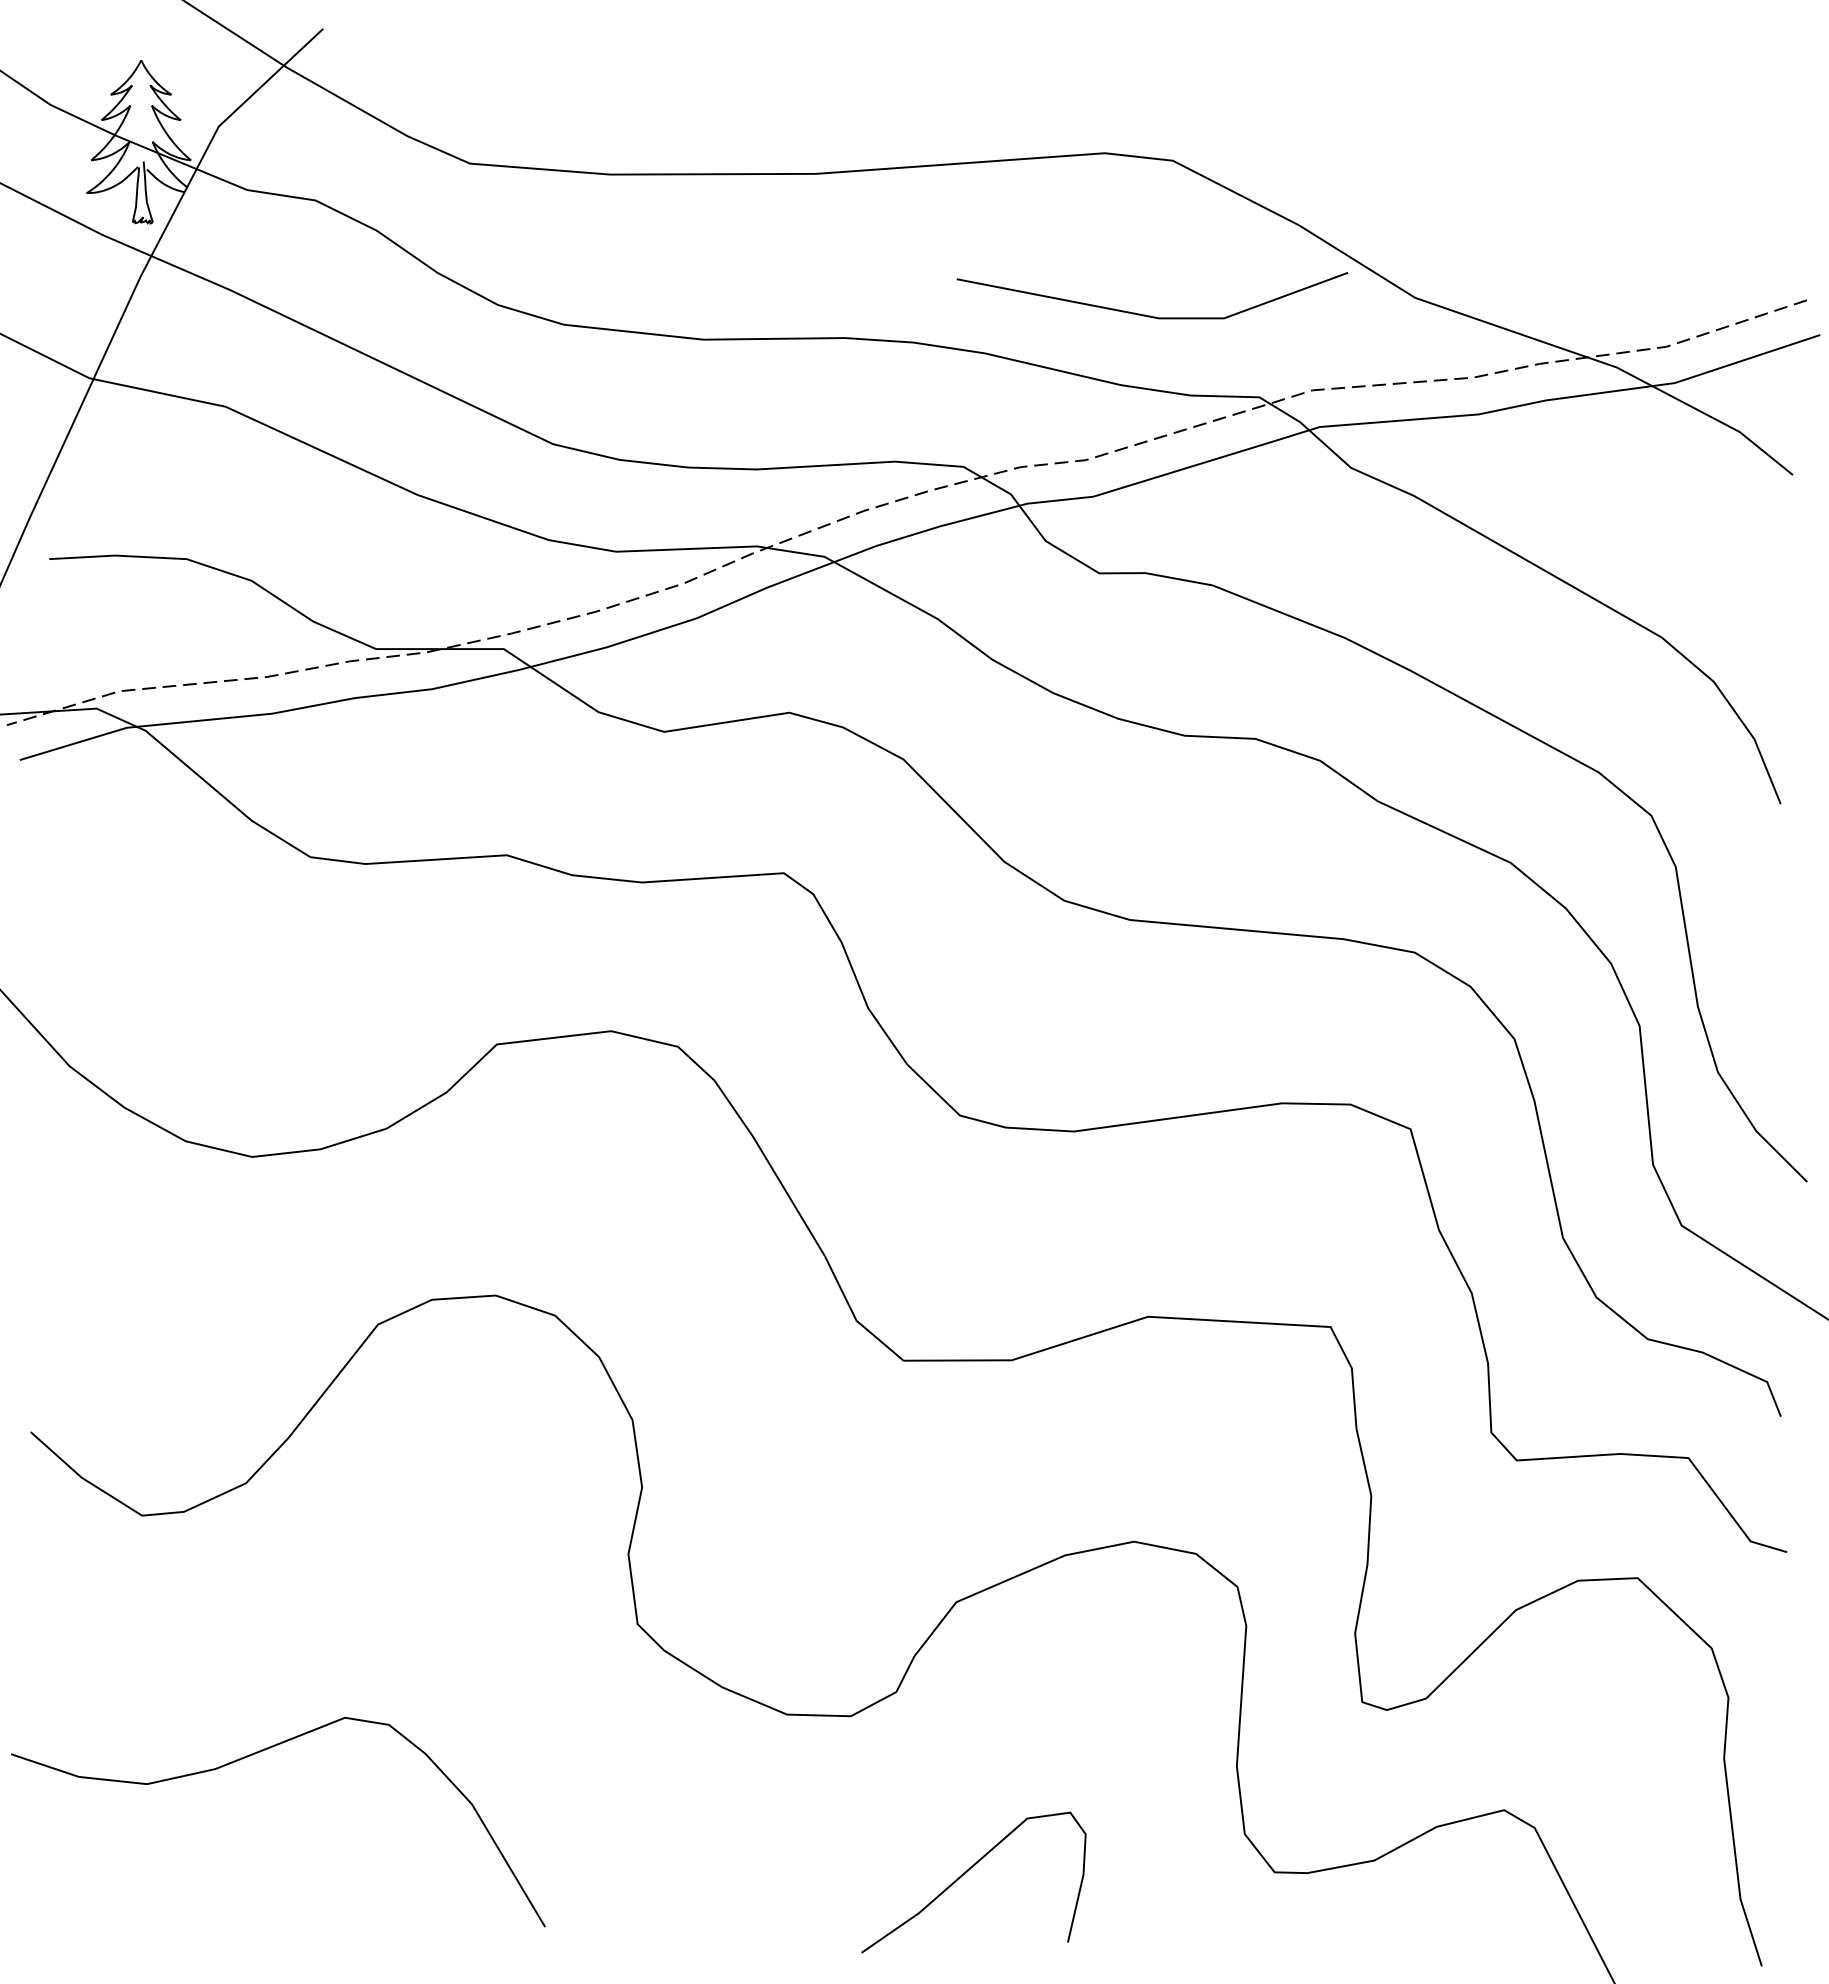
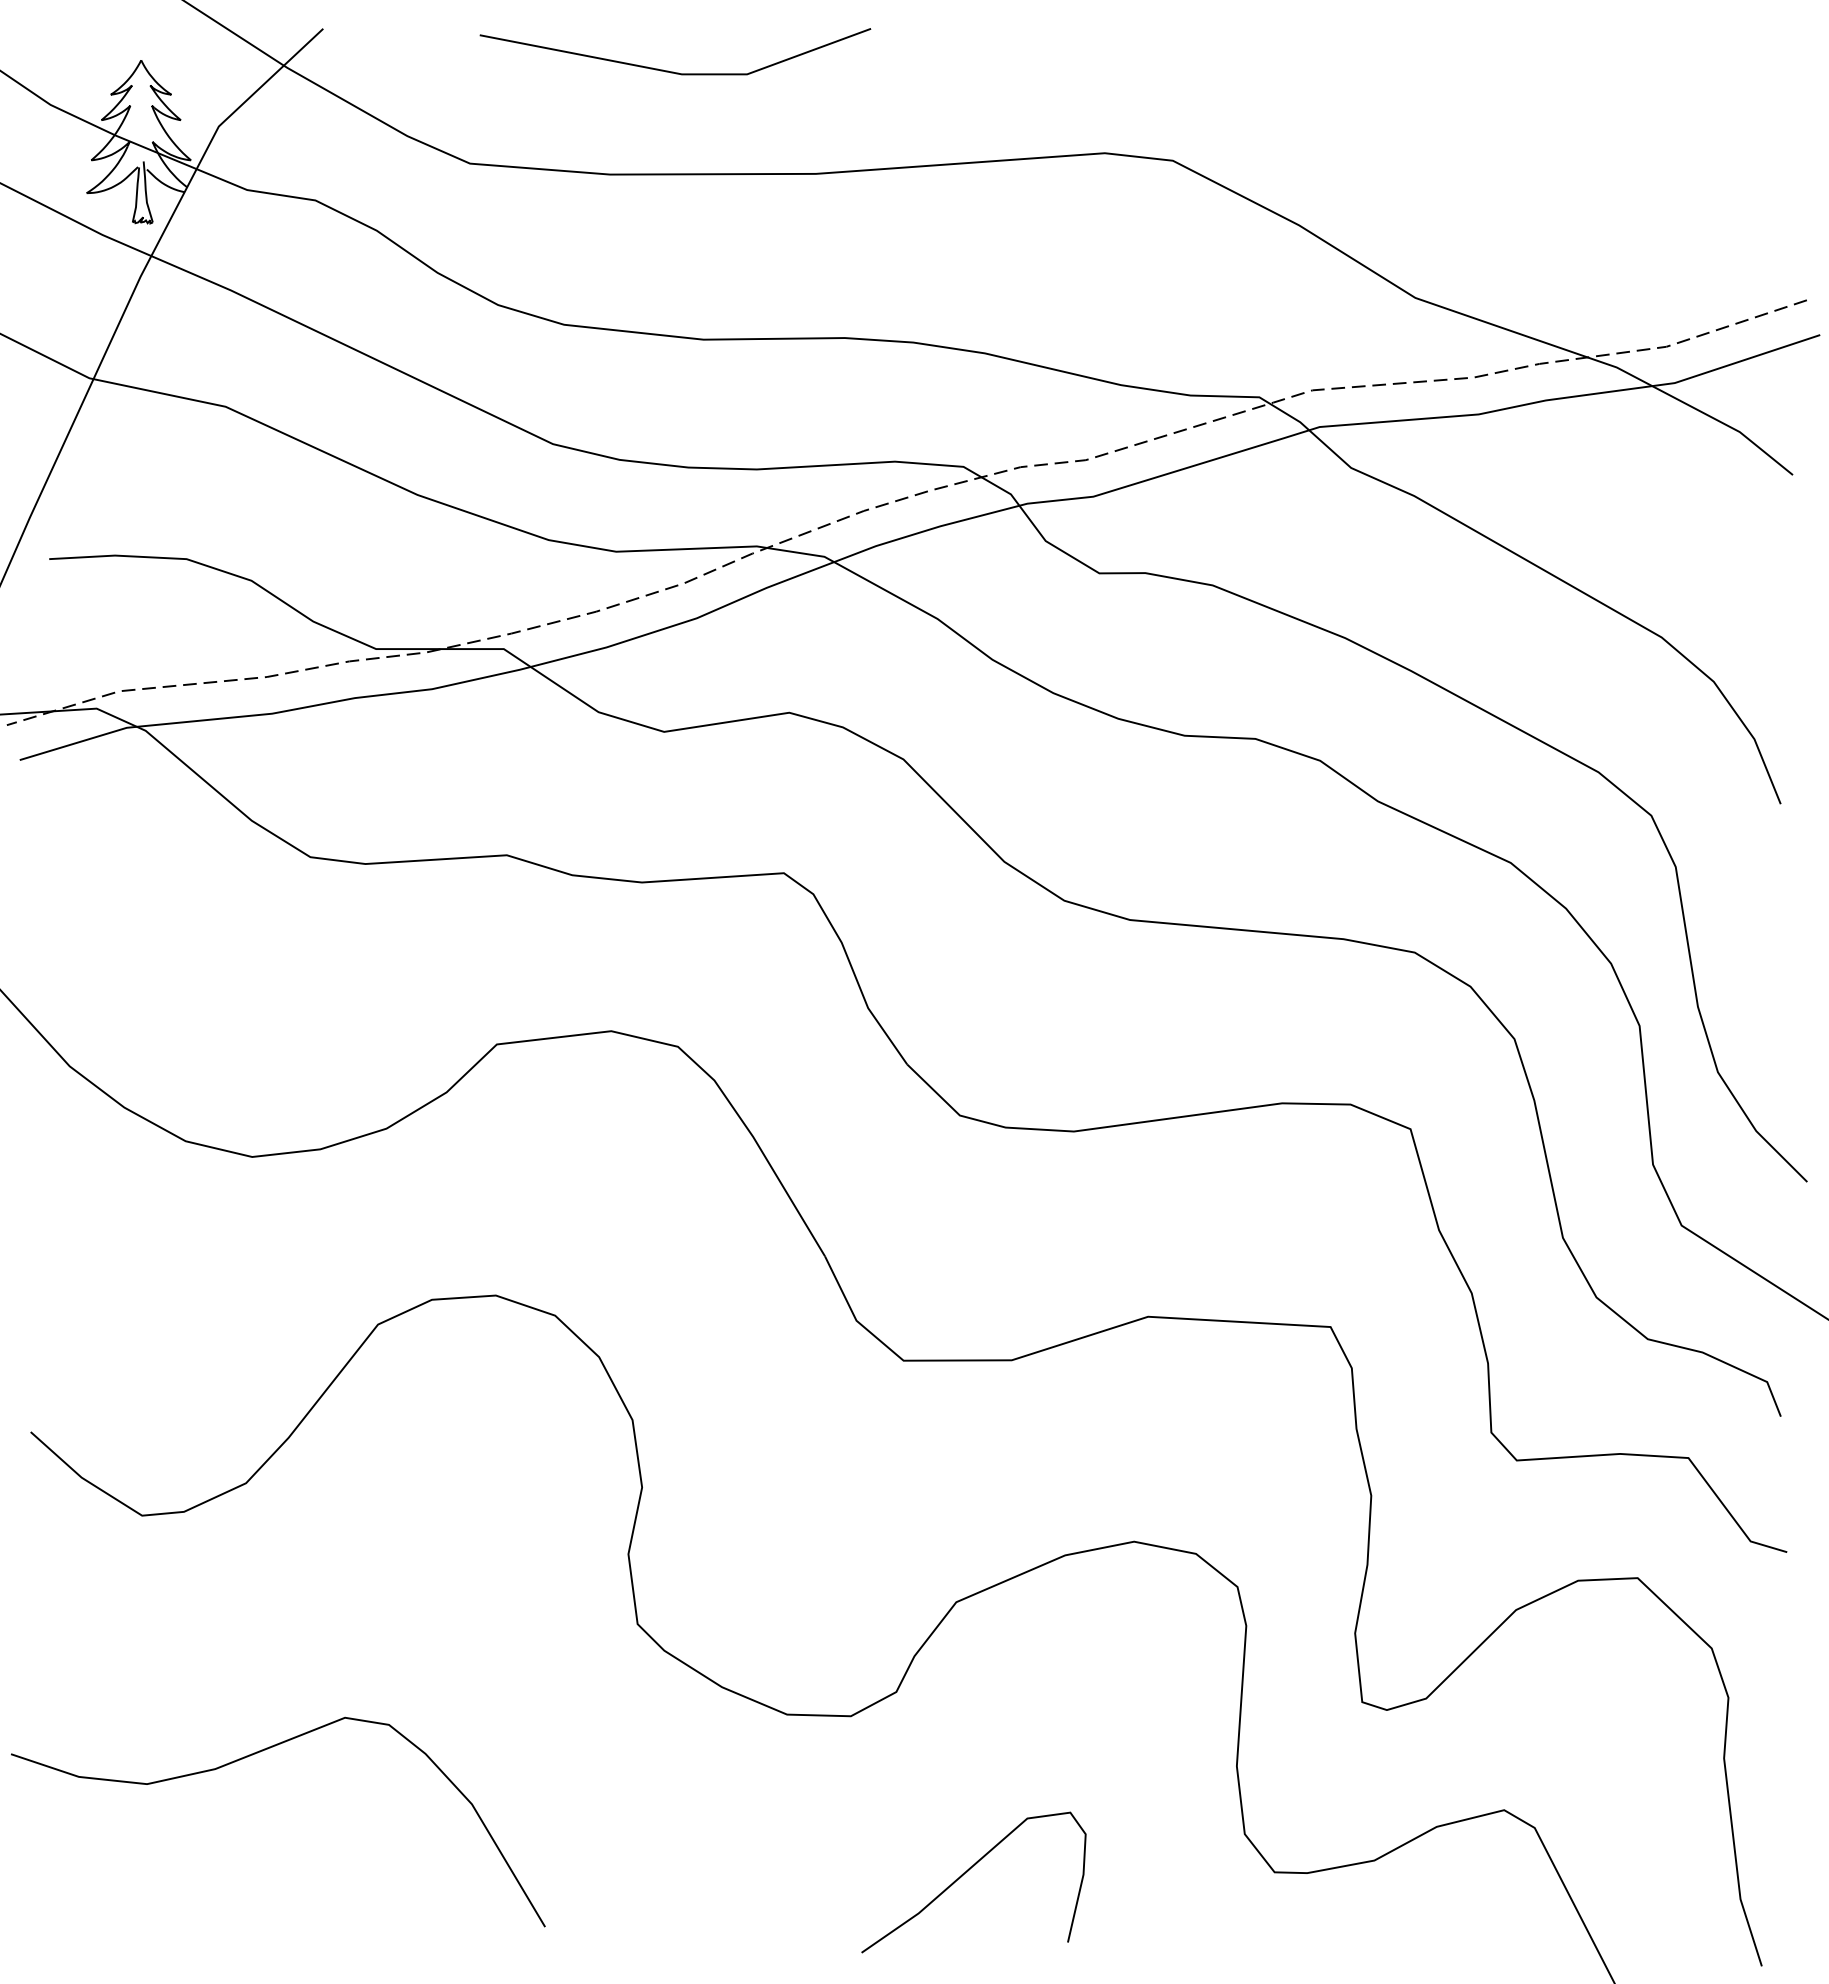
line at (1150, 315) position: (1150, 315) -> (673, 71)
